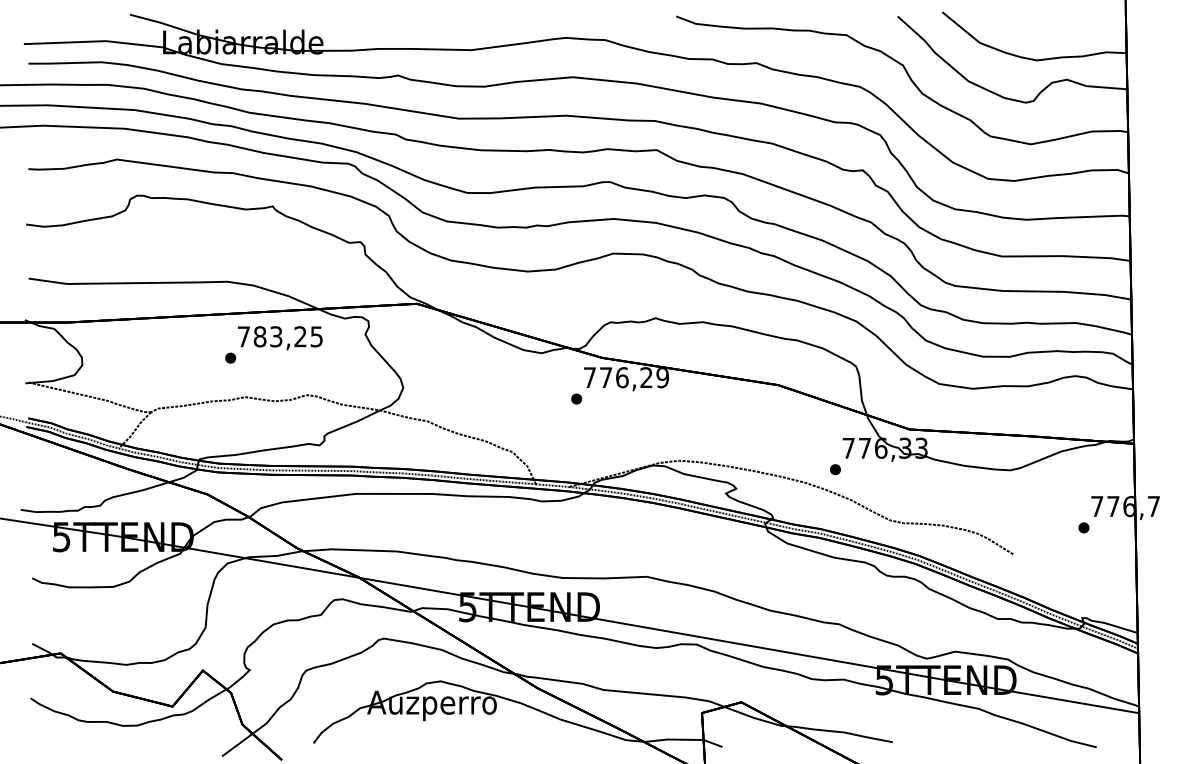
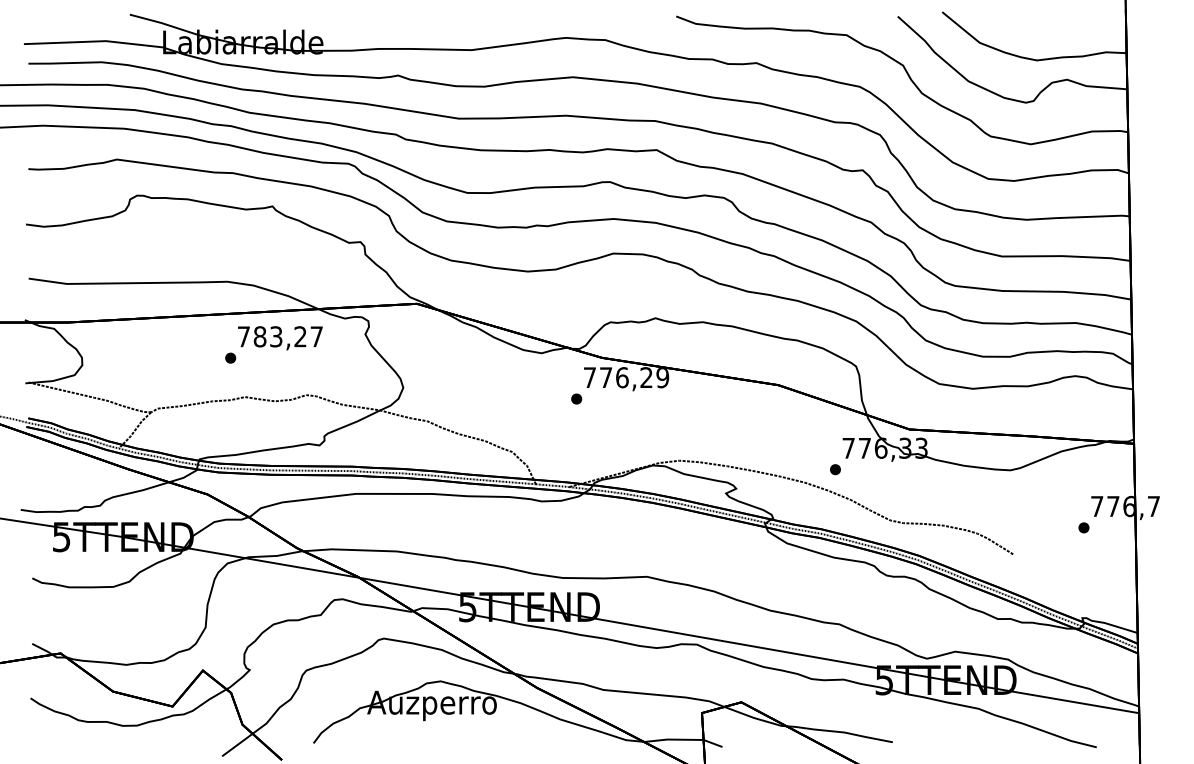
text at (316, 336): 783,25 -> 783,27
